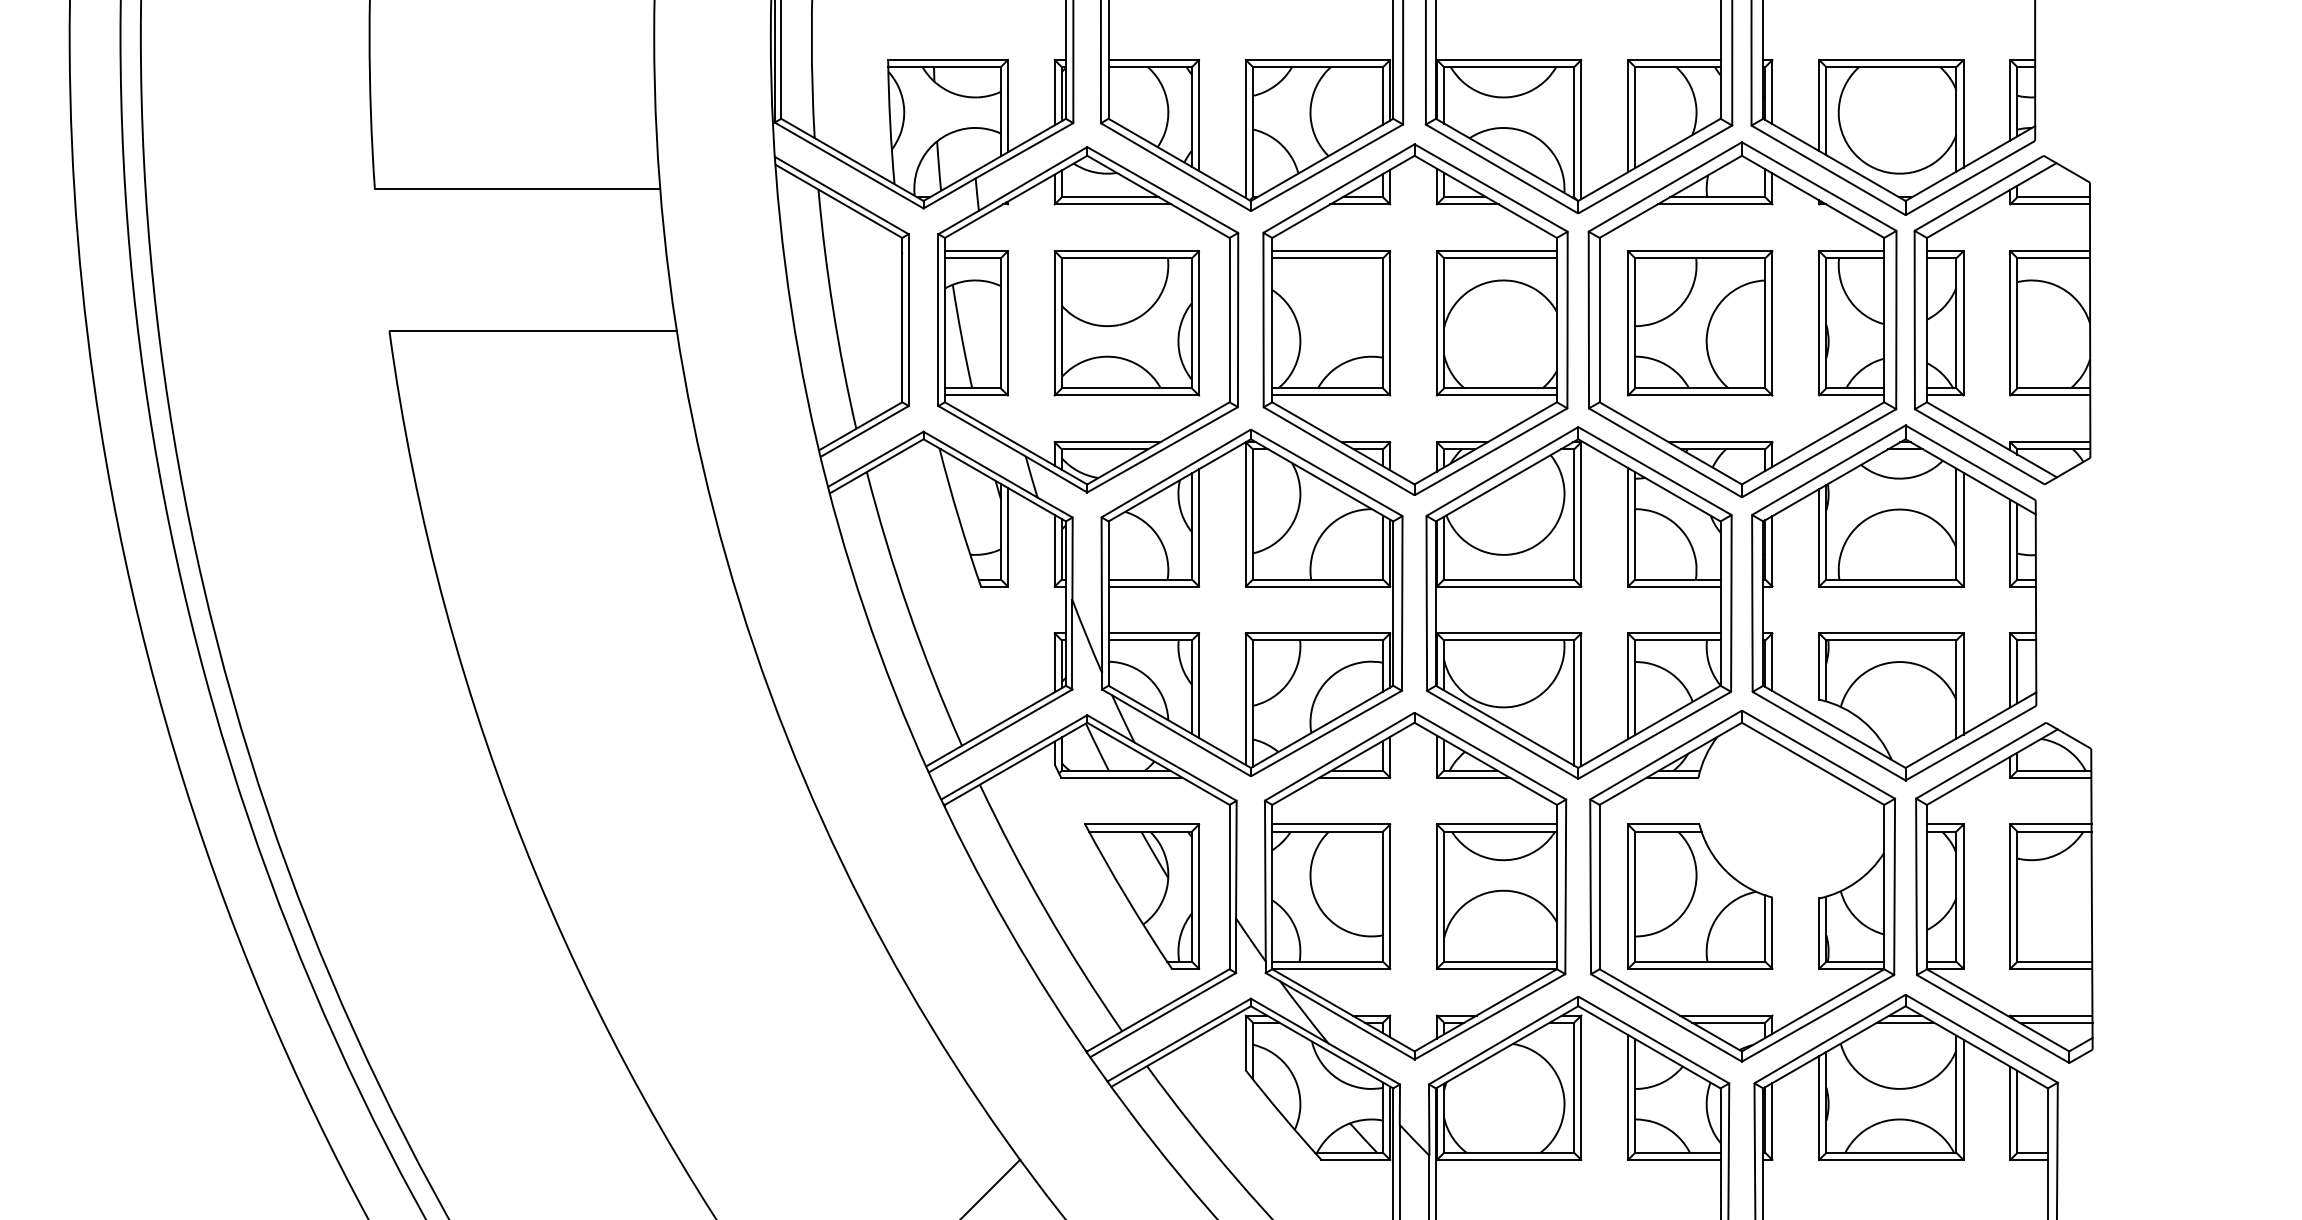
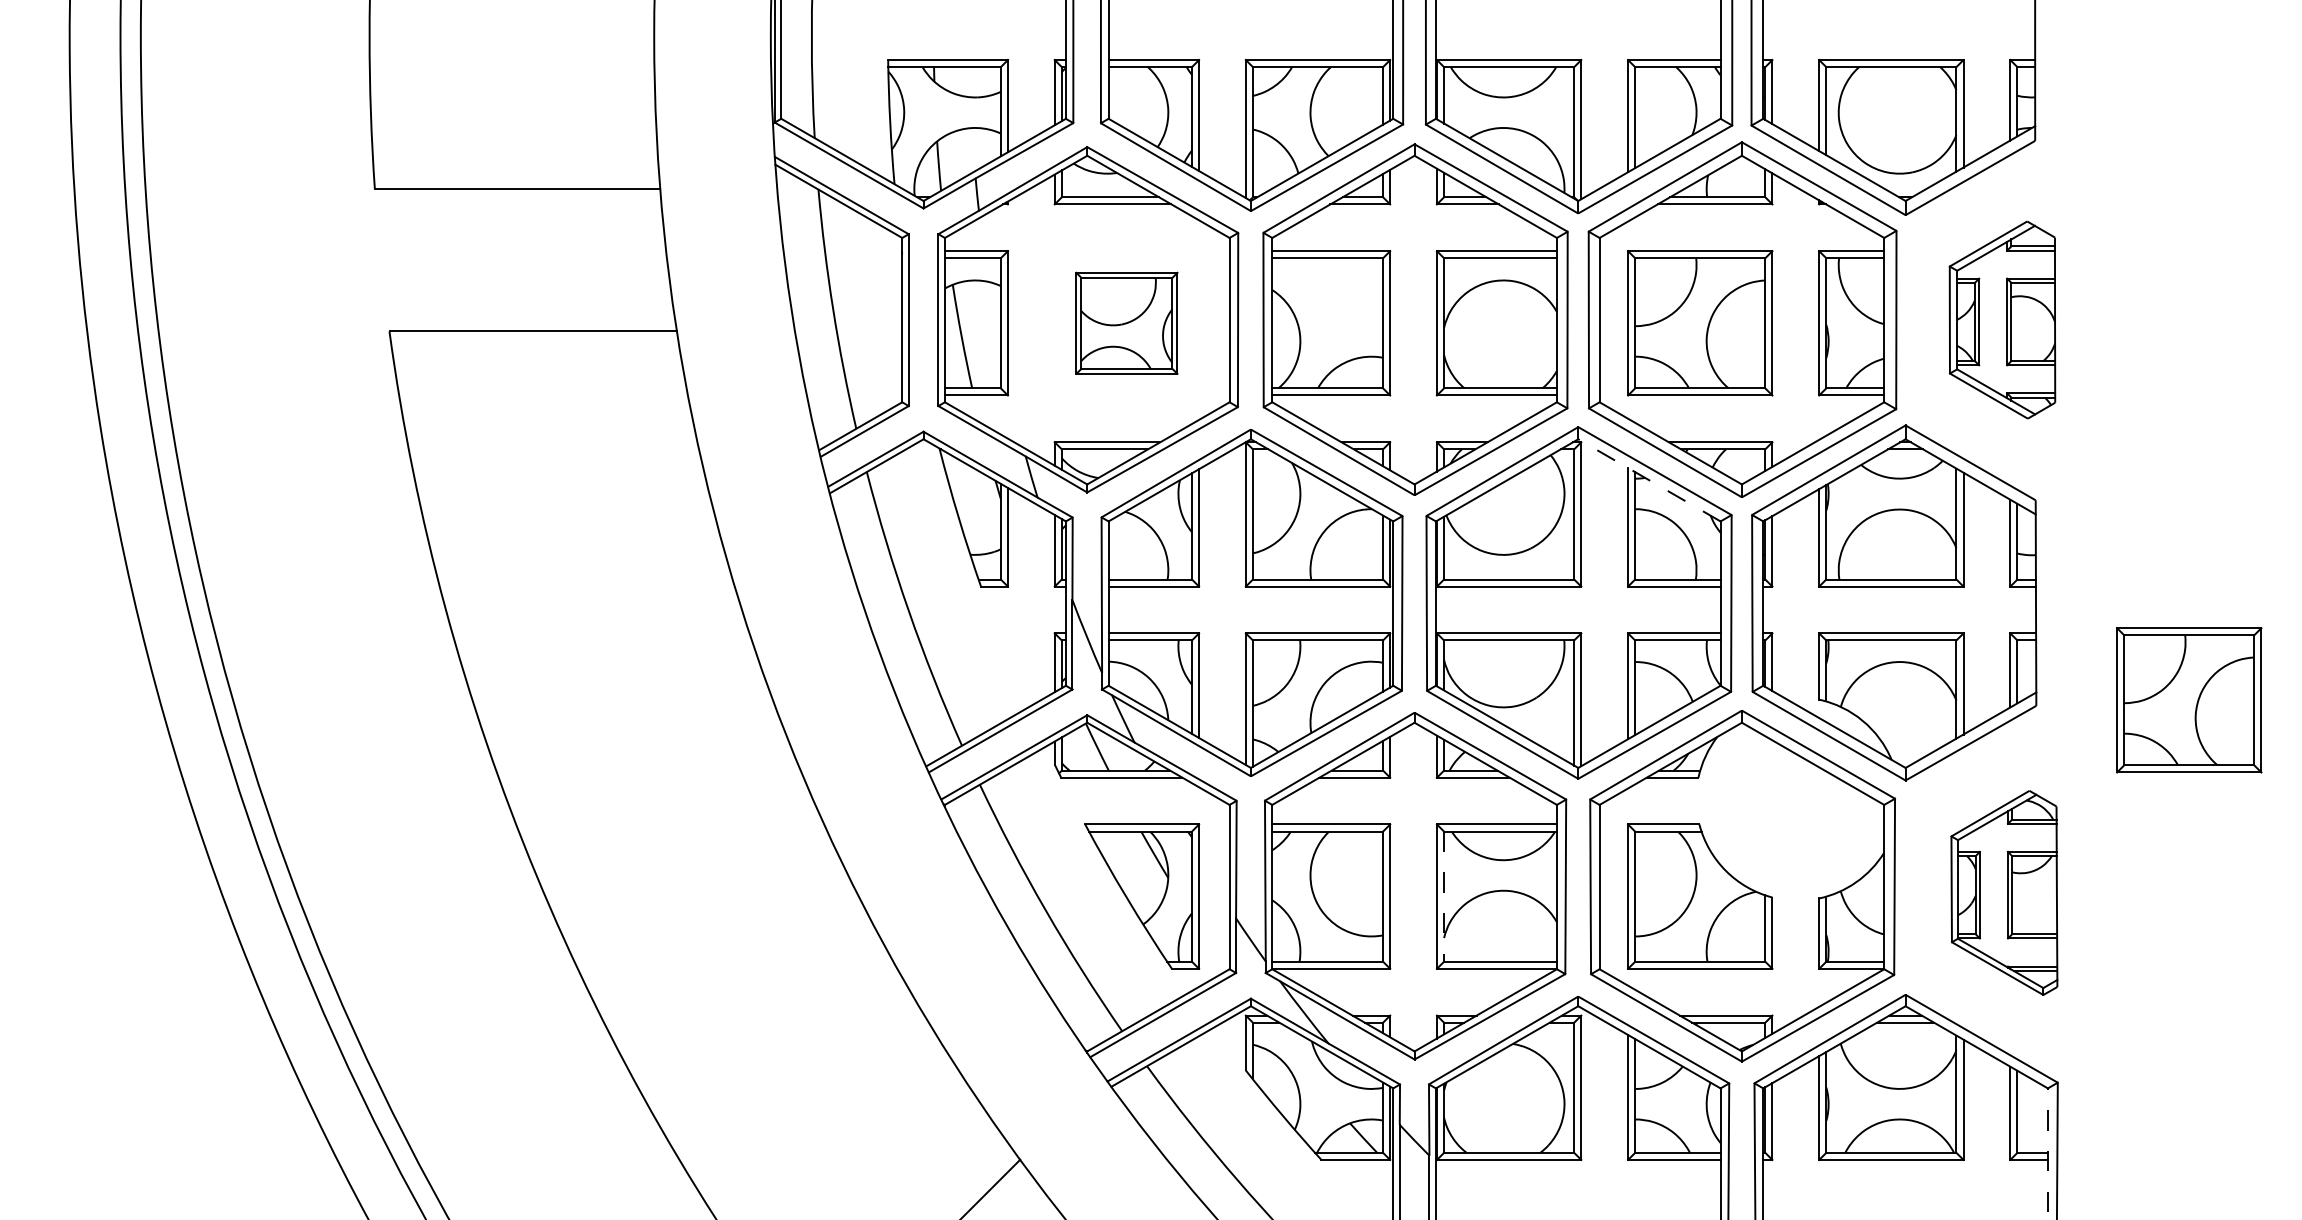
part at (2002, 319) size: 179x330 px -> 109x200 px
part at (1126, 323) size: 148x147 px -> 104x104 px
line at (1649, 480): solid -> dashed
part at (2189, 700): none -> present
part at (2004, 892) size: 179x342 px -> 109x206 px
line at (1444, 897): solid -> dashed
line at (2047, 1154): solid -> dashed
